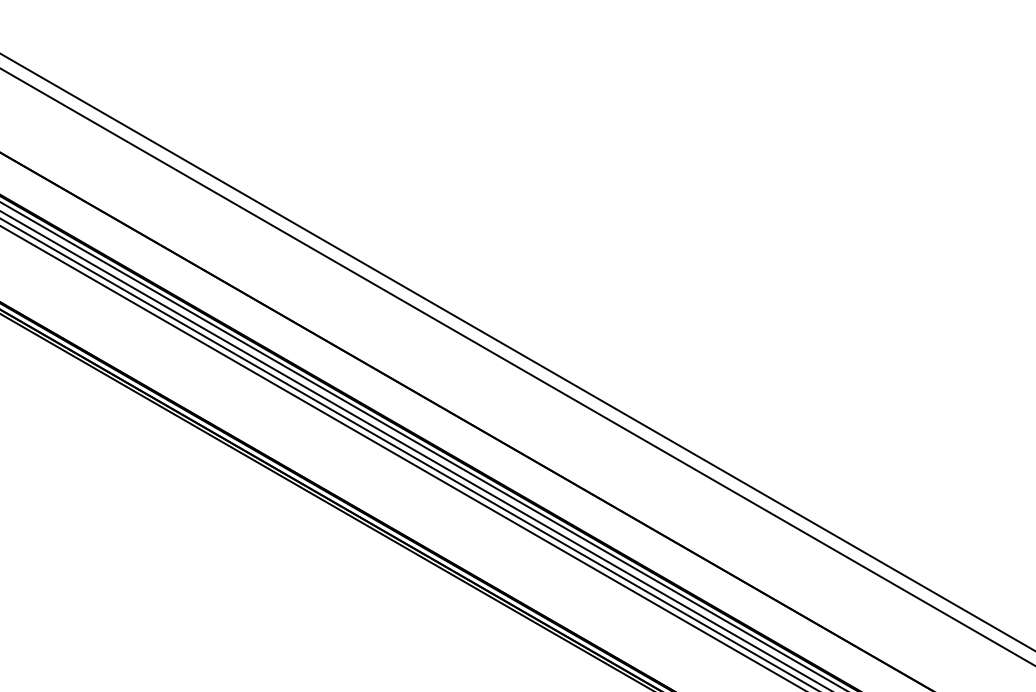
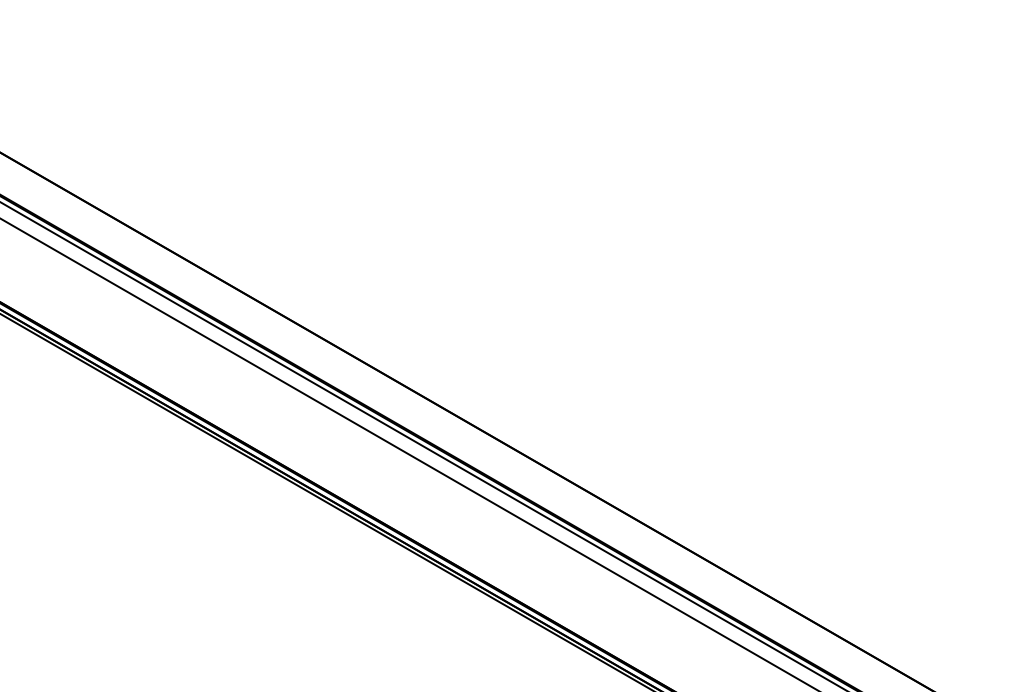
line at (517, 351): present -> none
line at (517, 366): present -> none
line at (414, 450): present -> none
line at (402, 457): present -> none
